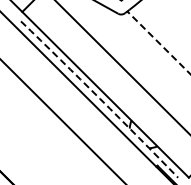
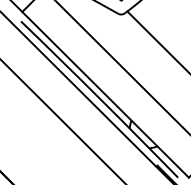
line at (158, 42): dashed -> solid
arc at (100, 98): dashed -> solid
